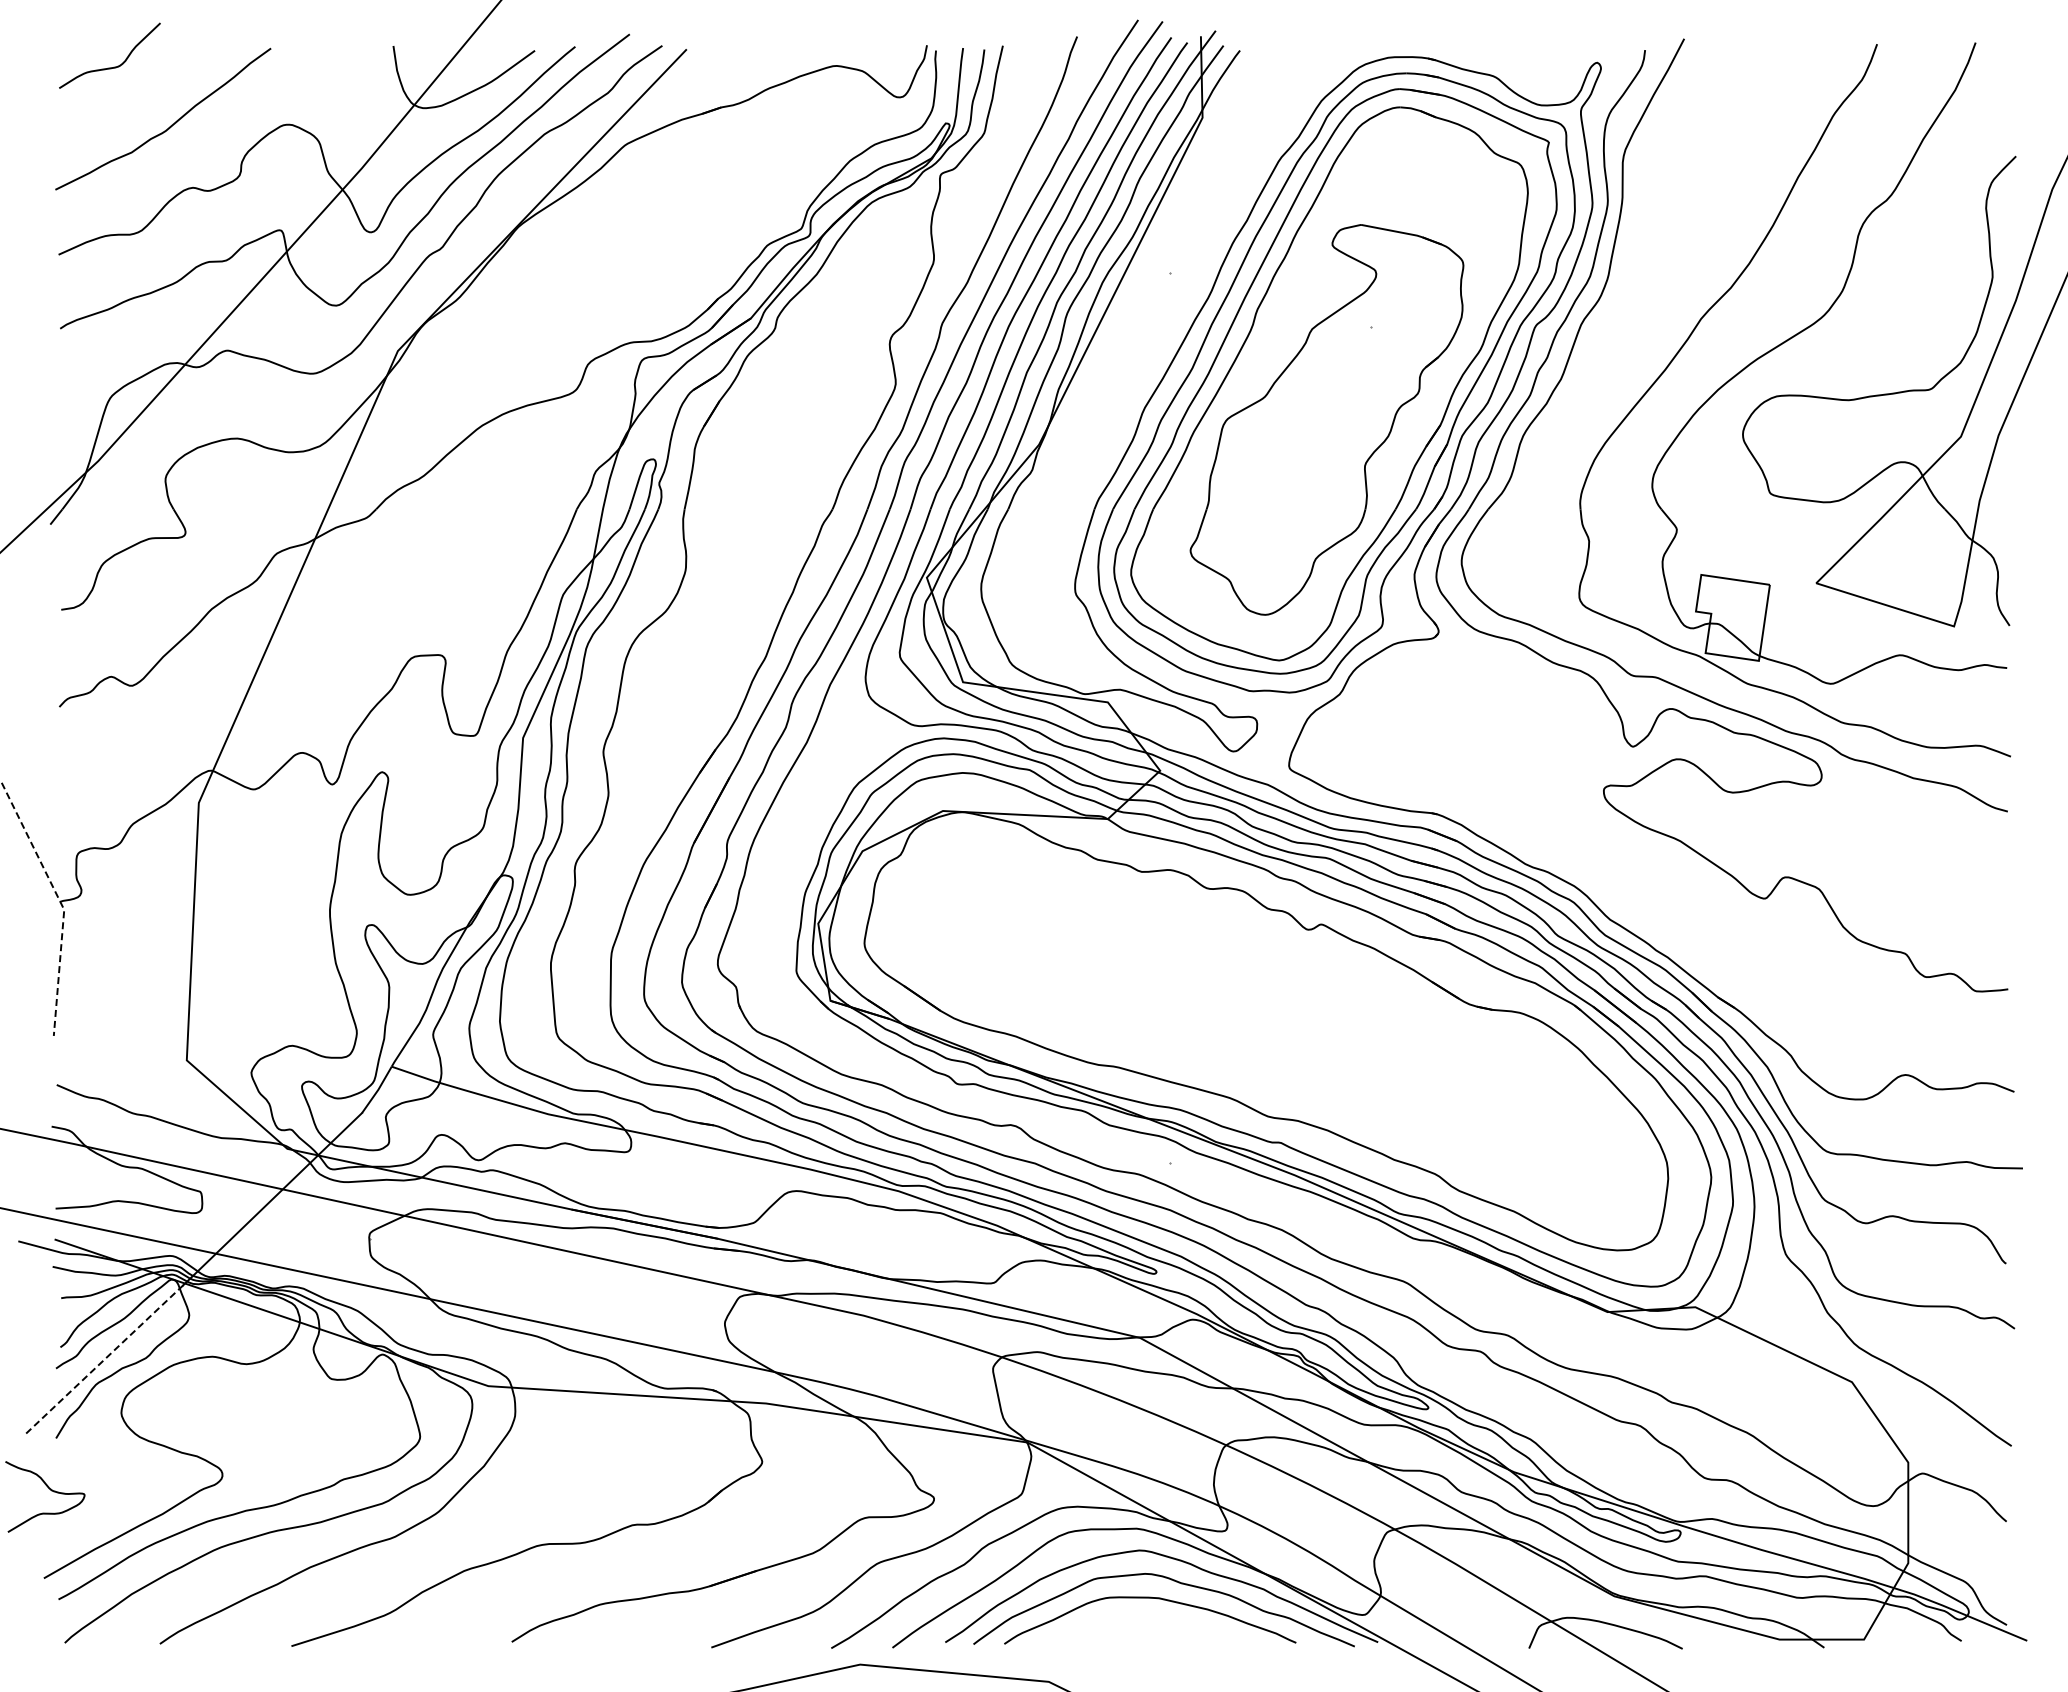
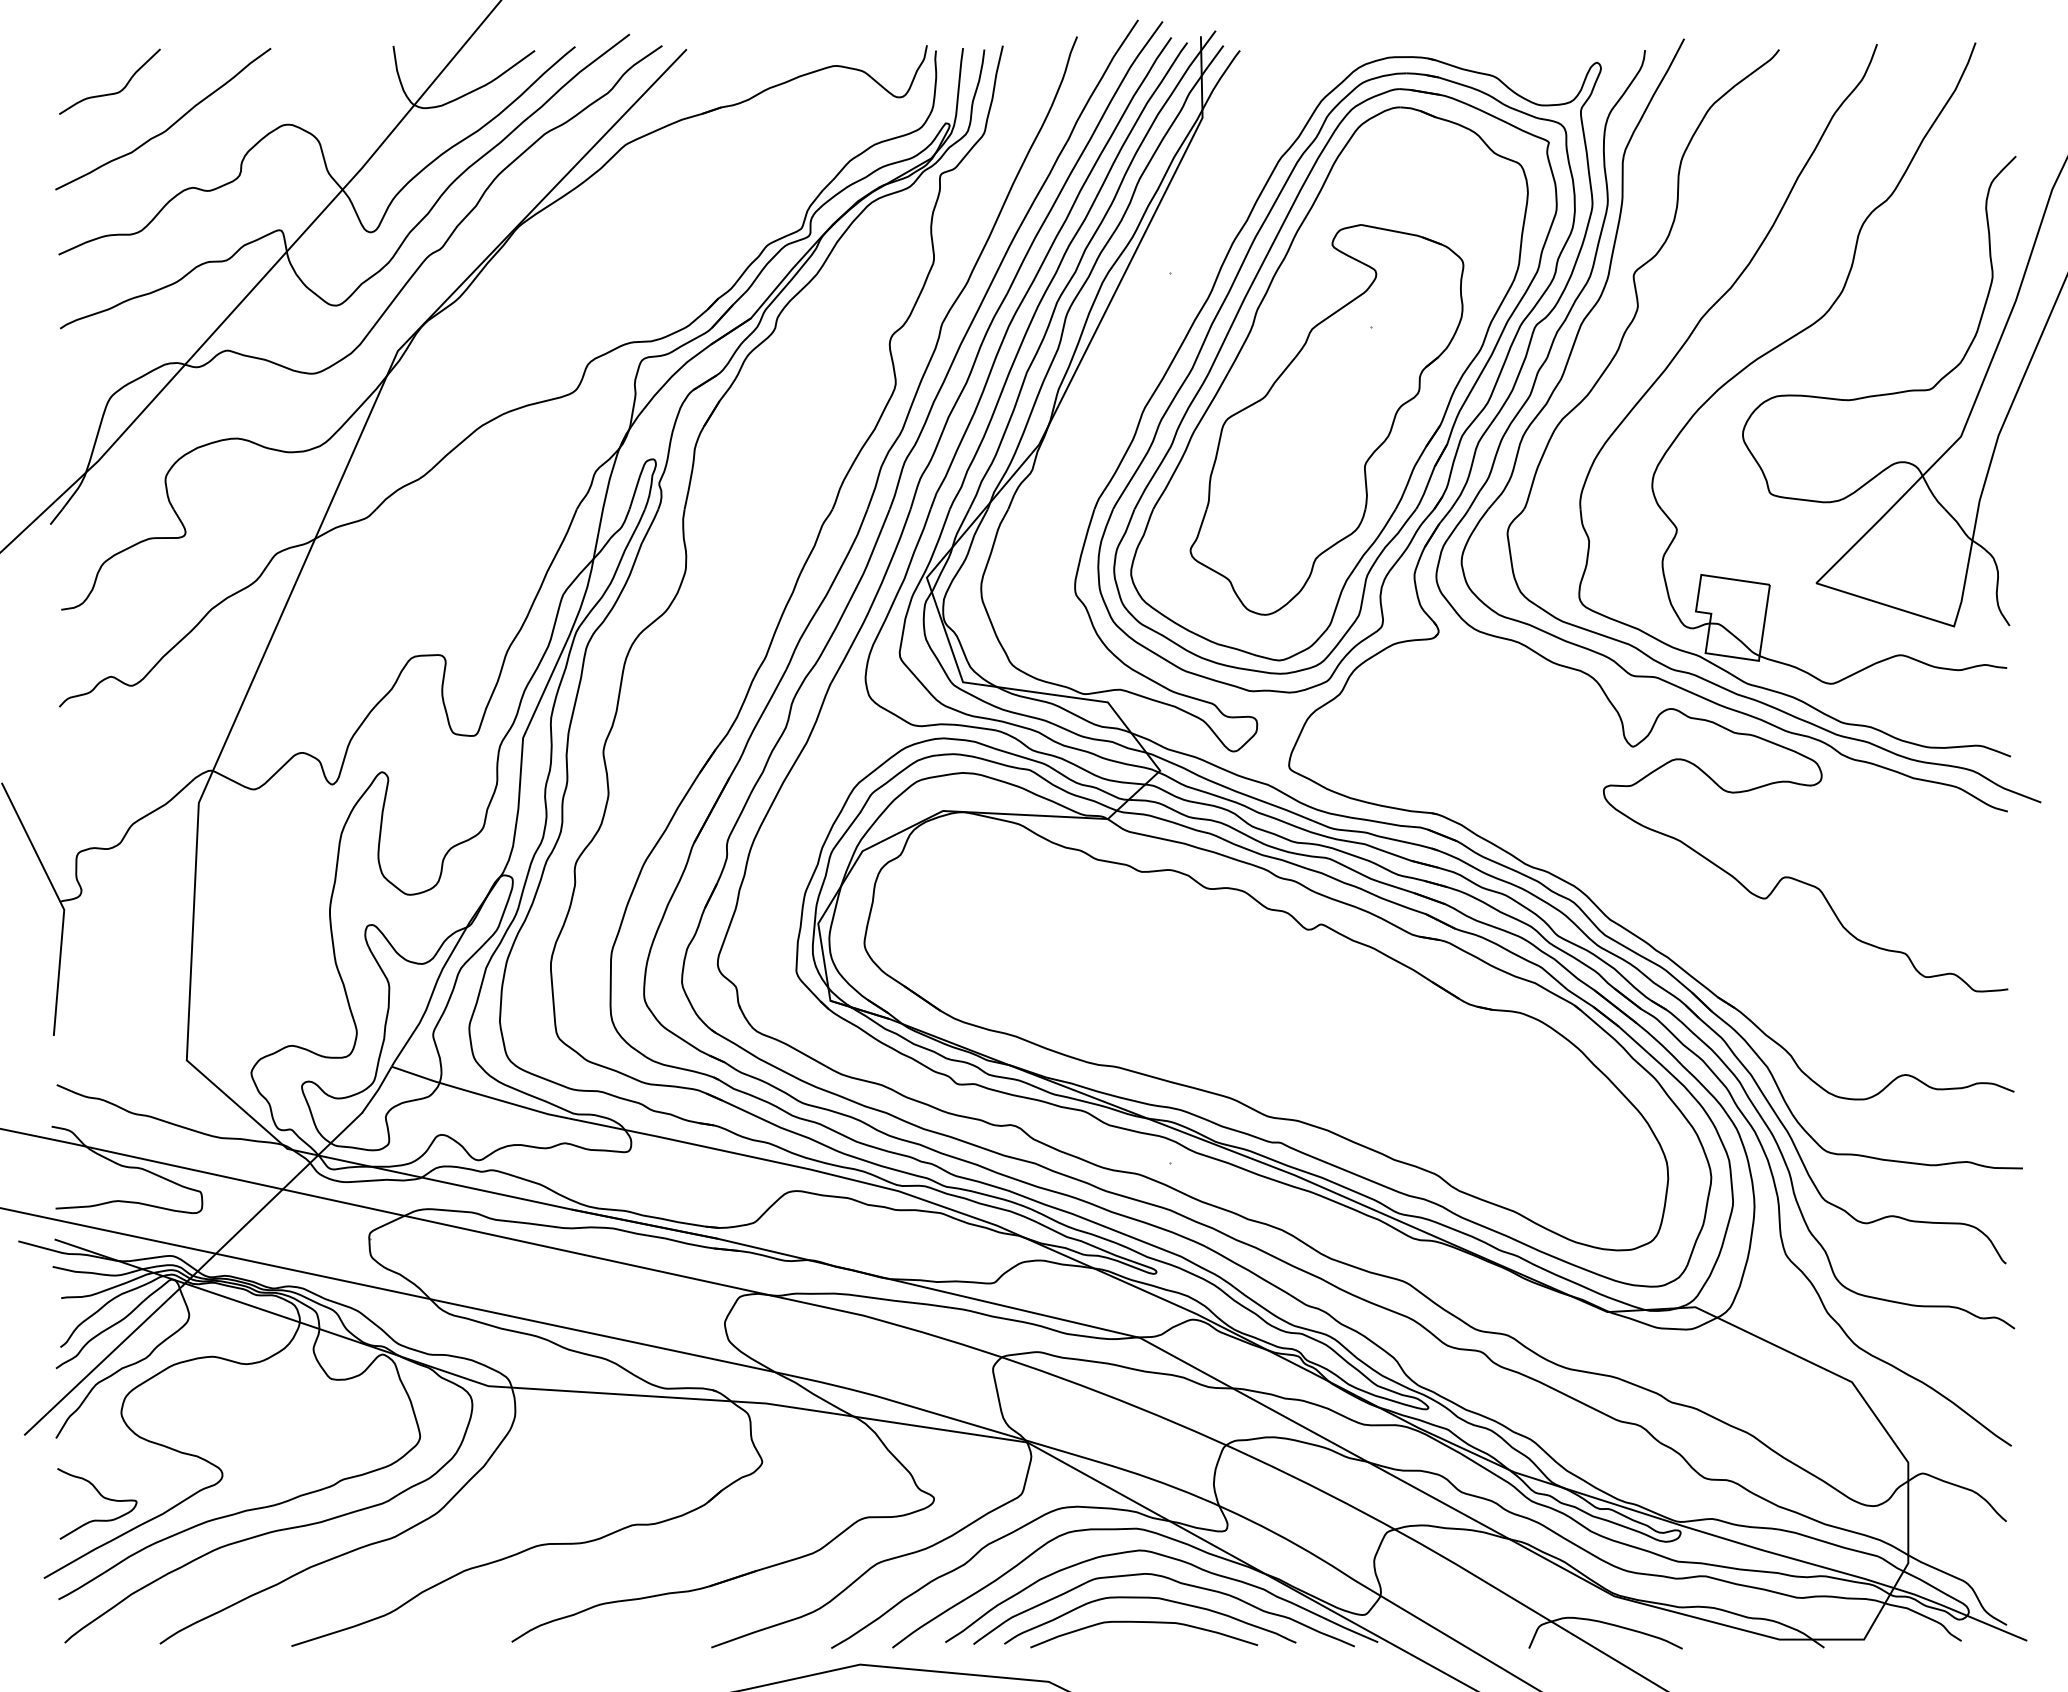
curve at (109, 67) position: (109, 67) -> (109, 93)
part at (1619, 349): none -> present
line at (61, 903): dashed -> solid
line at (103, 1360): dashed -> solid
curve at (50, 1490) position: (50, 1490) -> (102, 1497)
curve at (1144, 1622): none -> present
